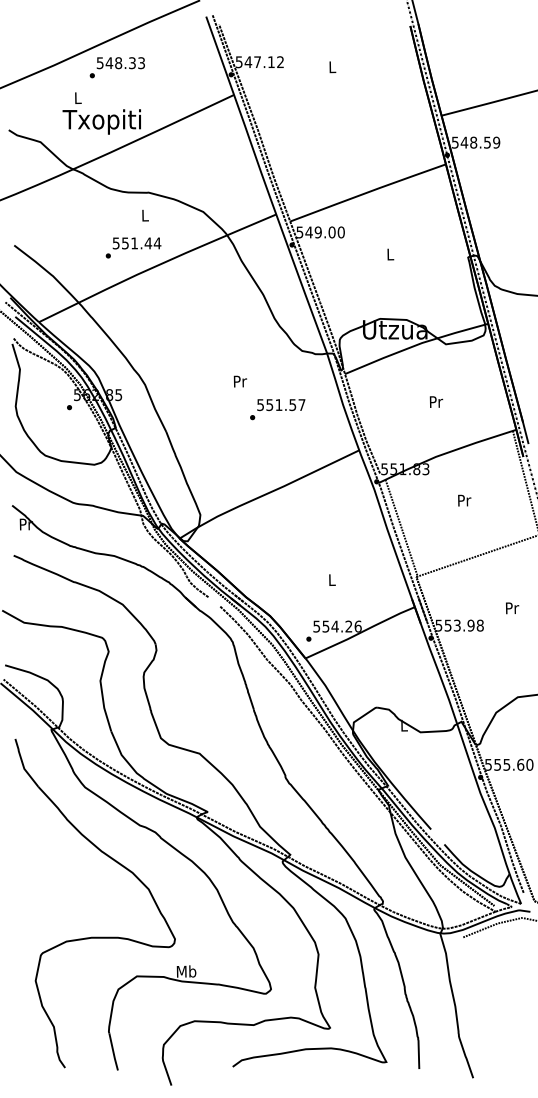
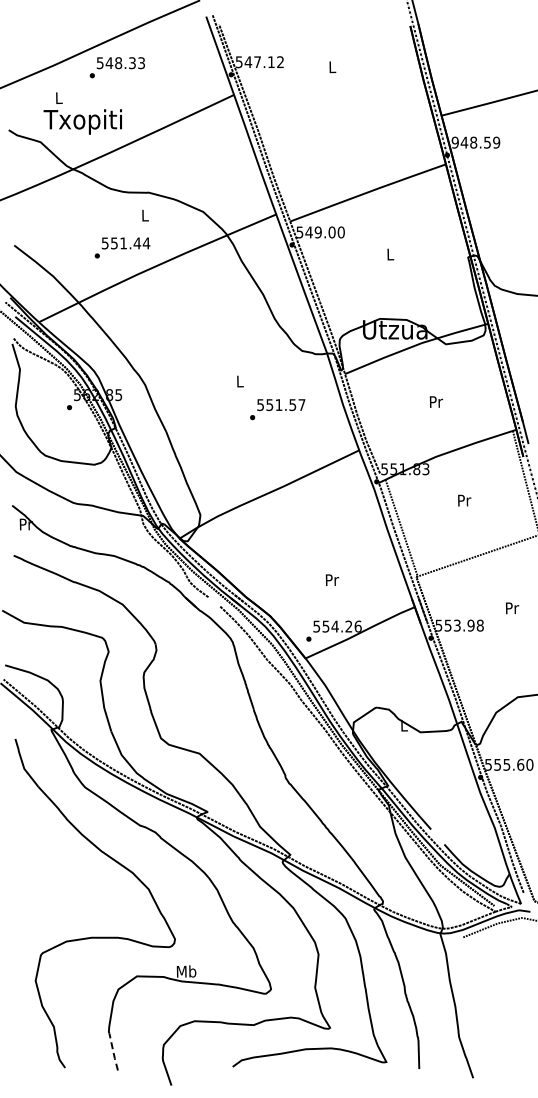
text at (101, 113) position: (101, 113) -> (82, 113)
text at (454, 142): 548.59 -> 948.59
text at (133, 247) position: (133, 247) -> (122, 247)
text at (240, 381): Pr -> L
text at (332, 580): L -> Pr
line at (113, 1052): solid -> dashed
